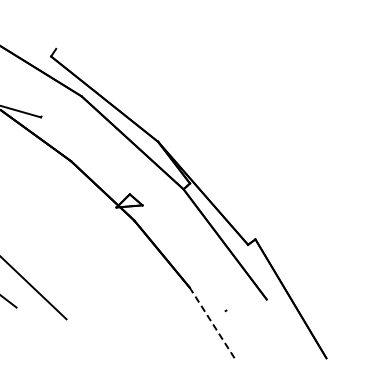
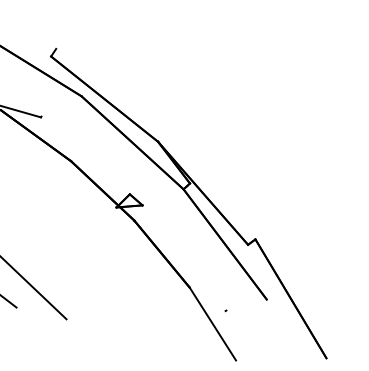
line at (213, 324): dashed -> solid
